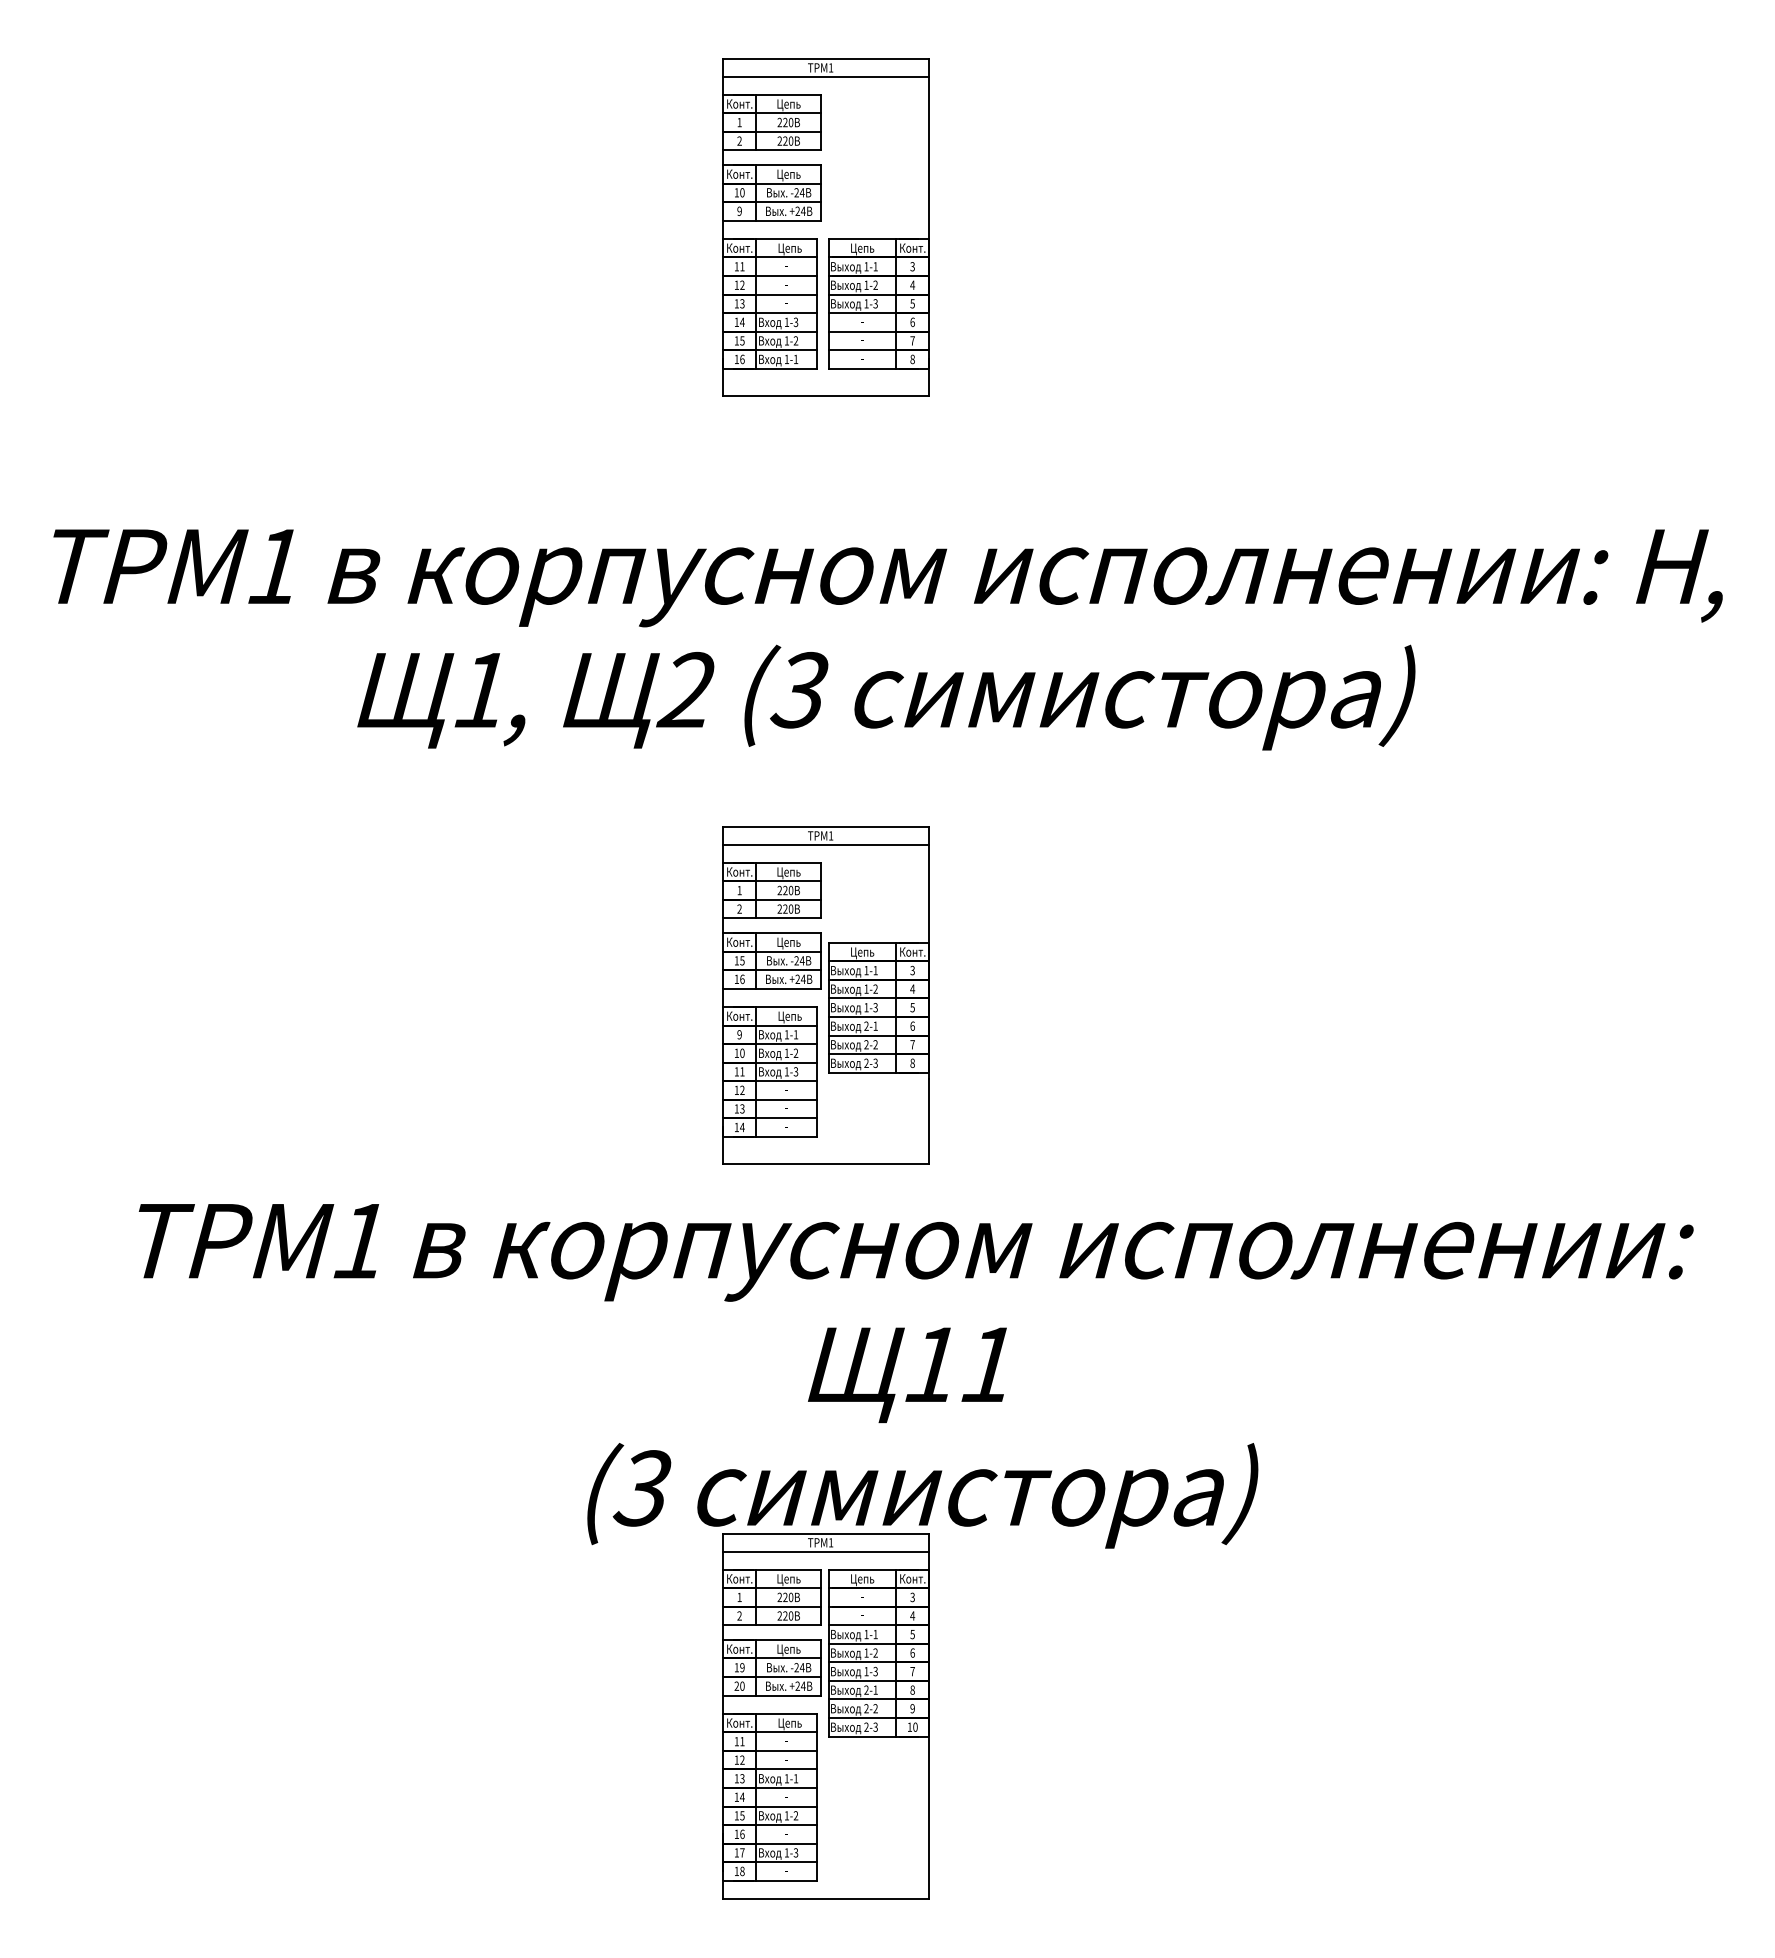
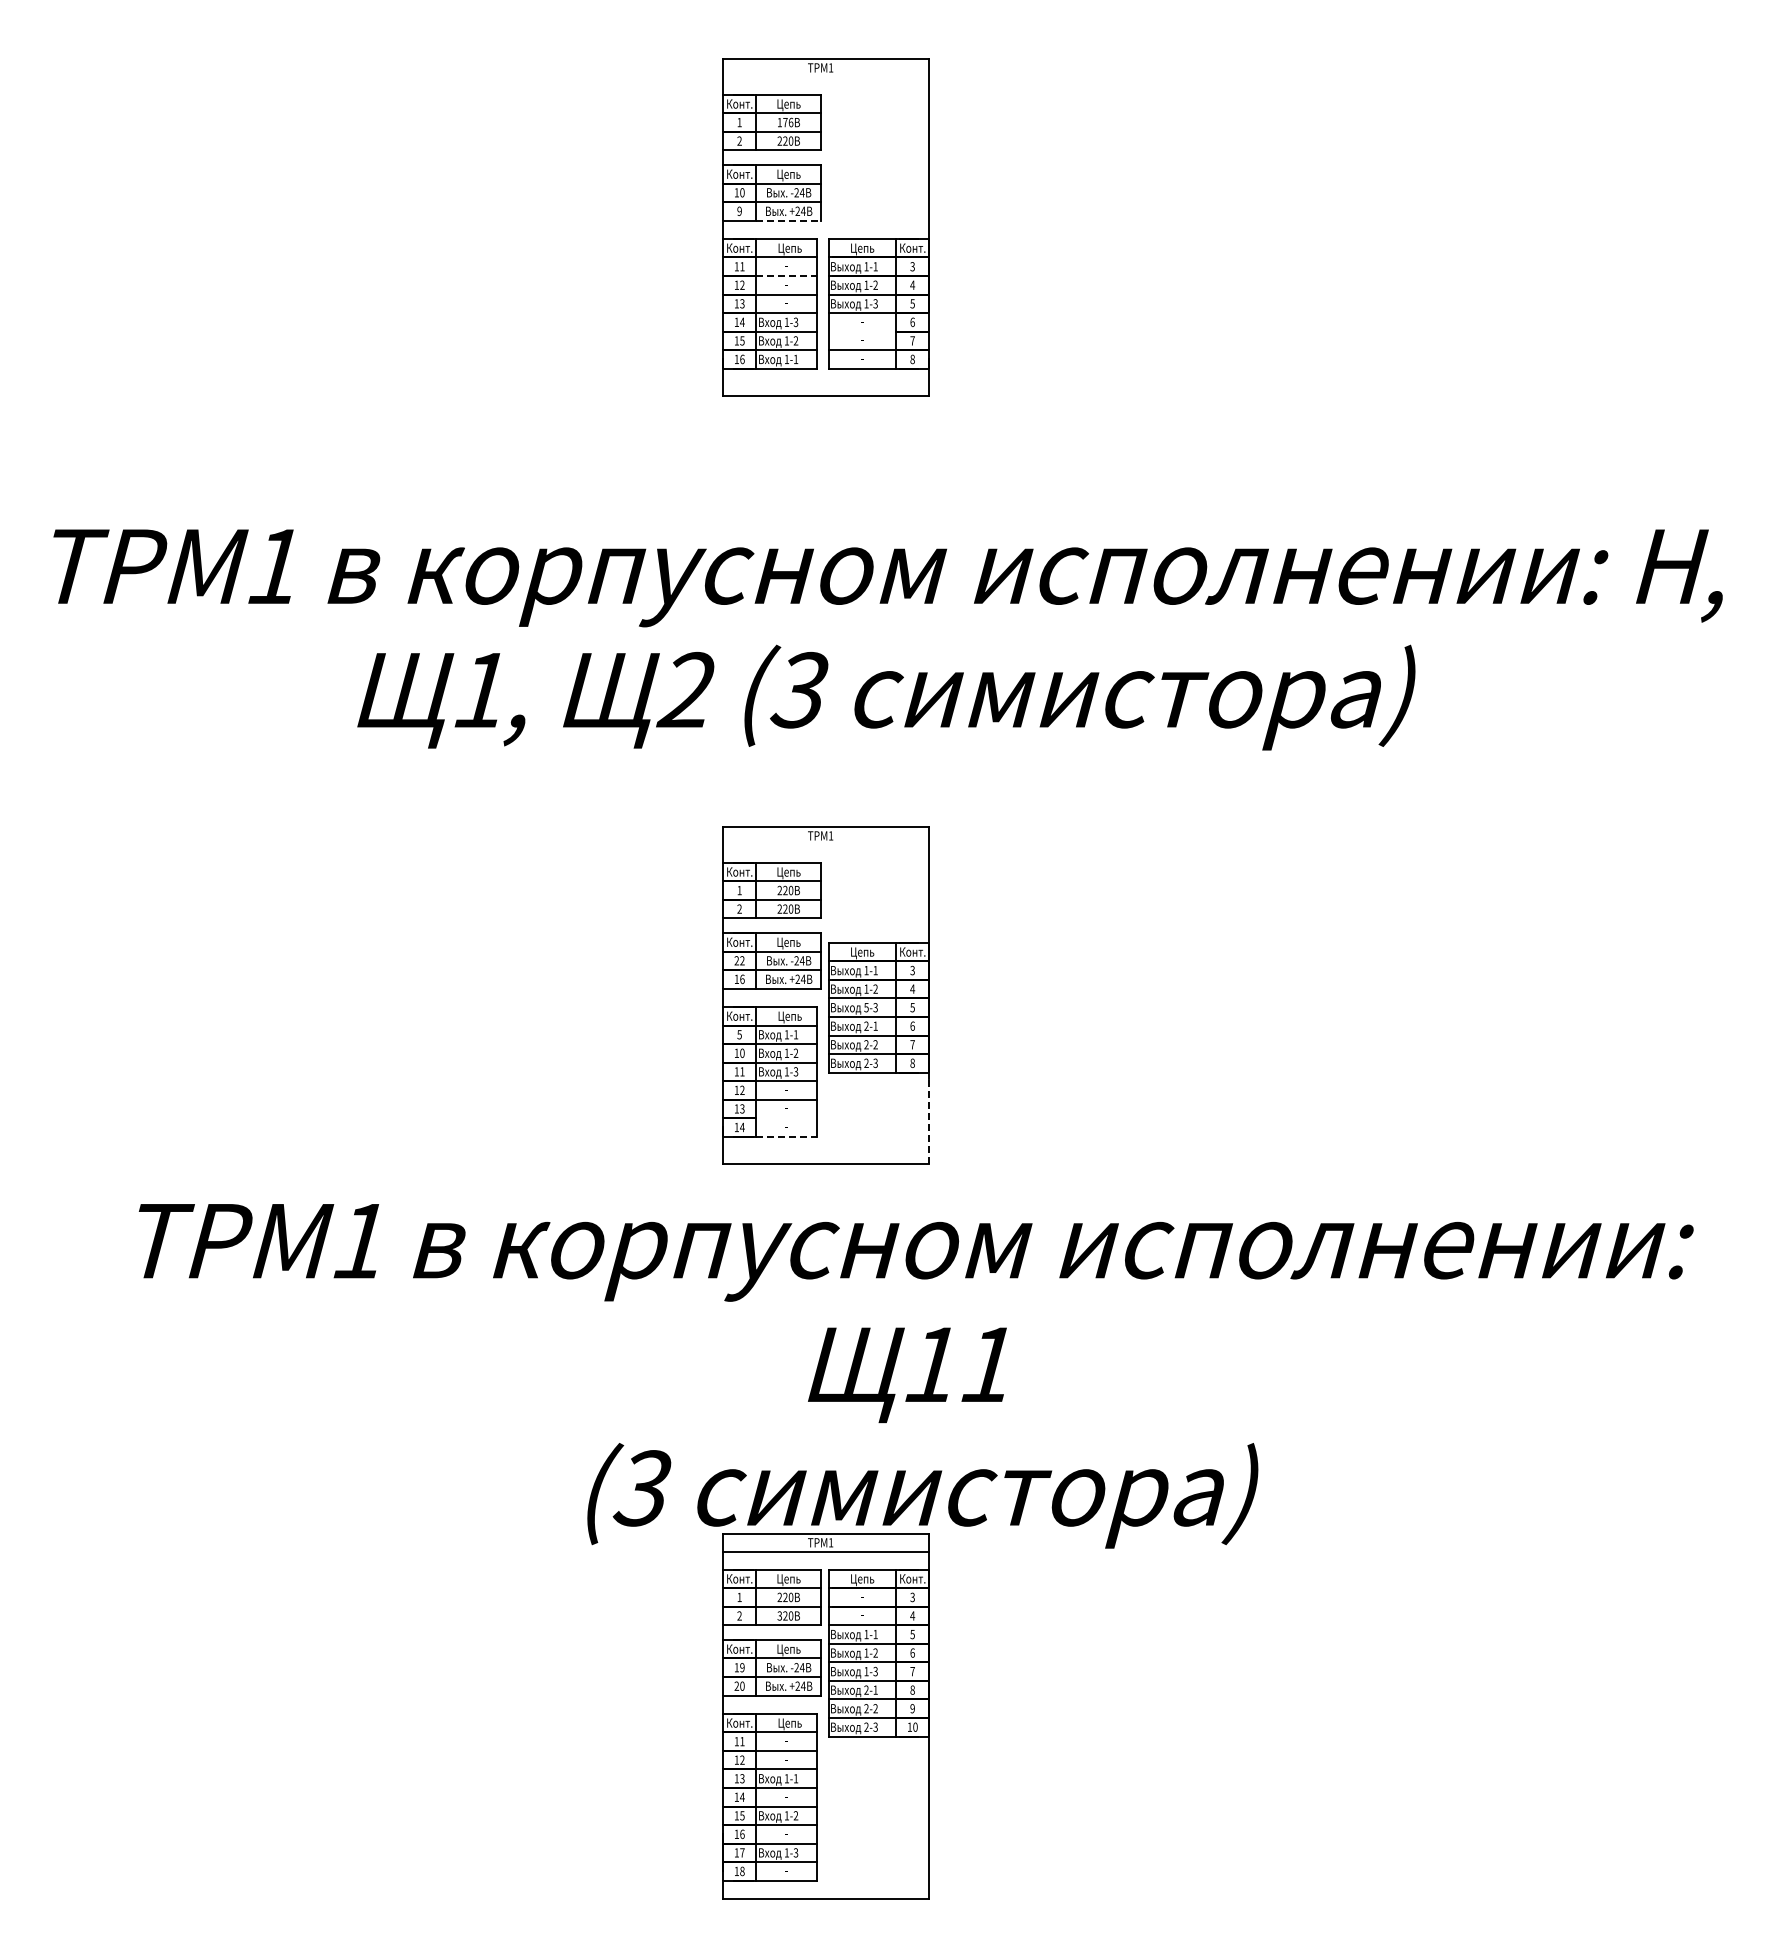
line at (826, 77): present -> none
text at (785, 122): 220 -> 176
line at (788, 220): solid -> dashed
line at (787, 276): solid -> dashed
line at (862, 331): present -> none
line at (826, 845): present -> none
text at (739, 960): 15 -> 22
text at (866, 1007): 1-3 -> 5-3
text at (739, 1034): 9 -> 5
line at (786, 1118): present -> none
line at (929, 1121): solid -> dashed
line at (787, 1136): solid -> dashed
text at (779, 1616): 220 -> 320
